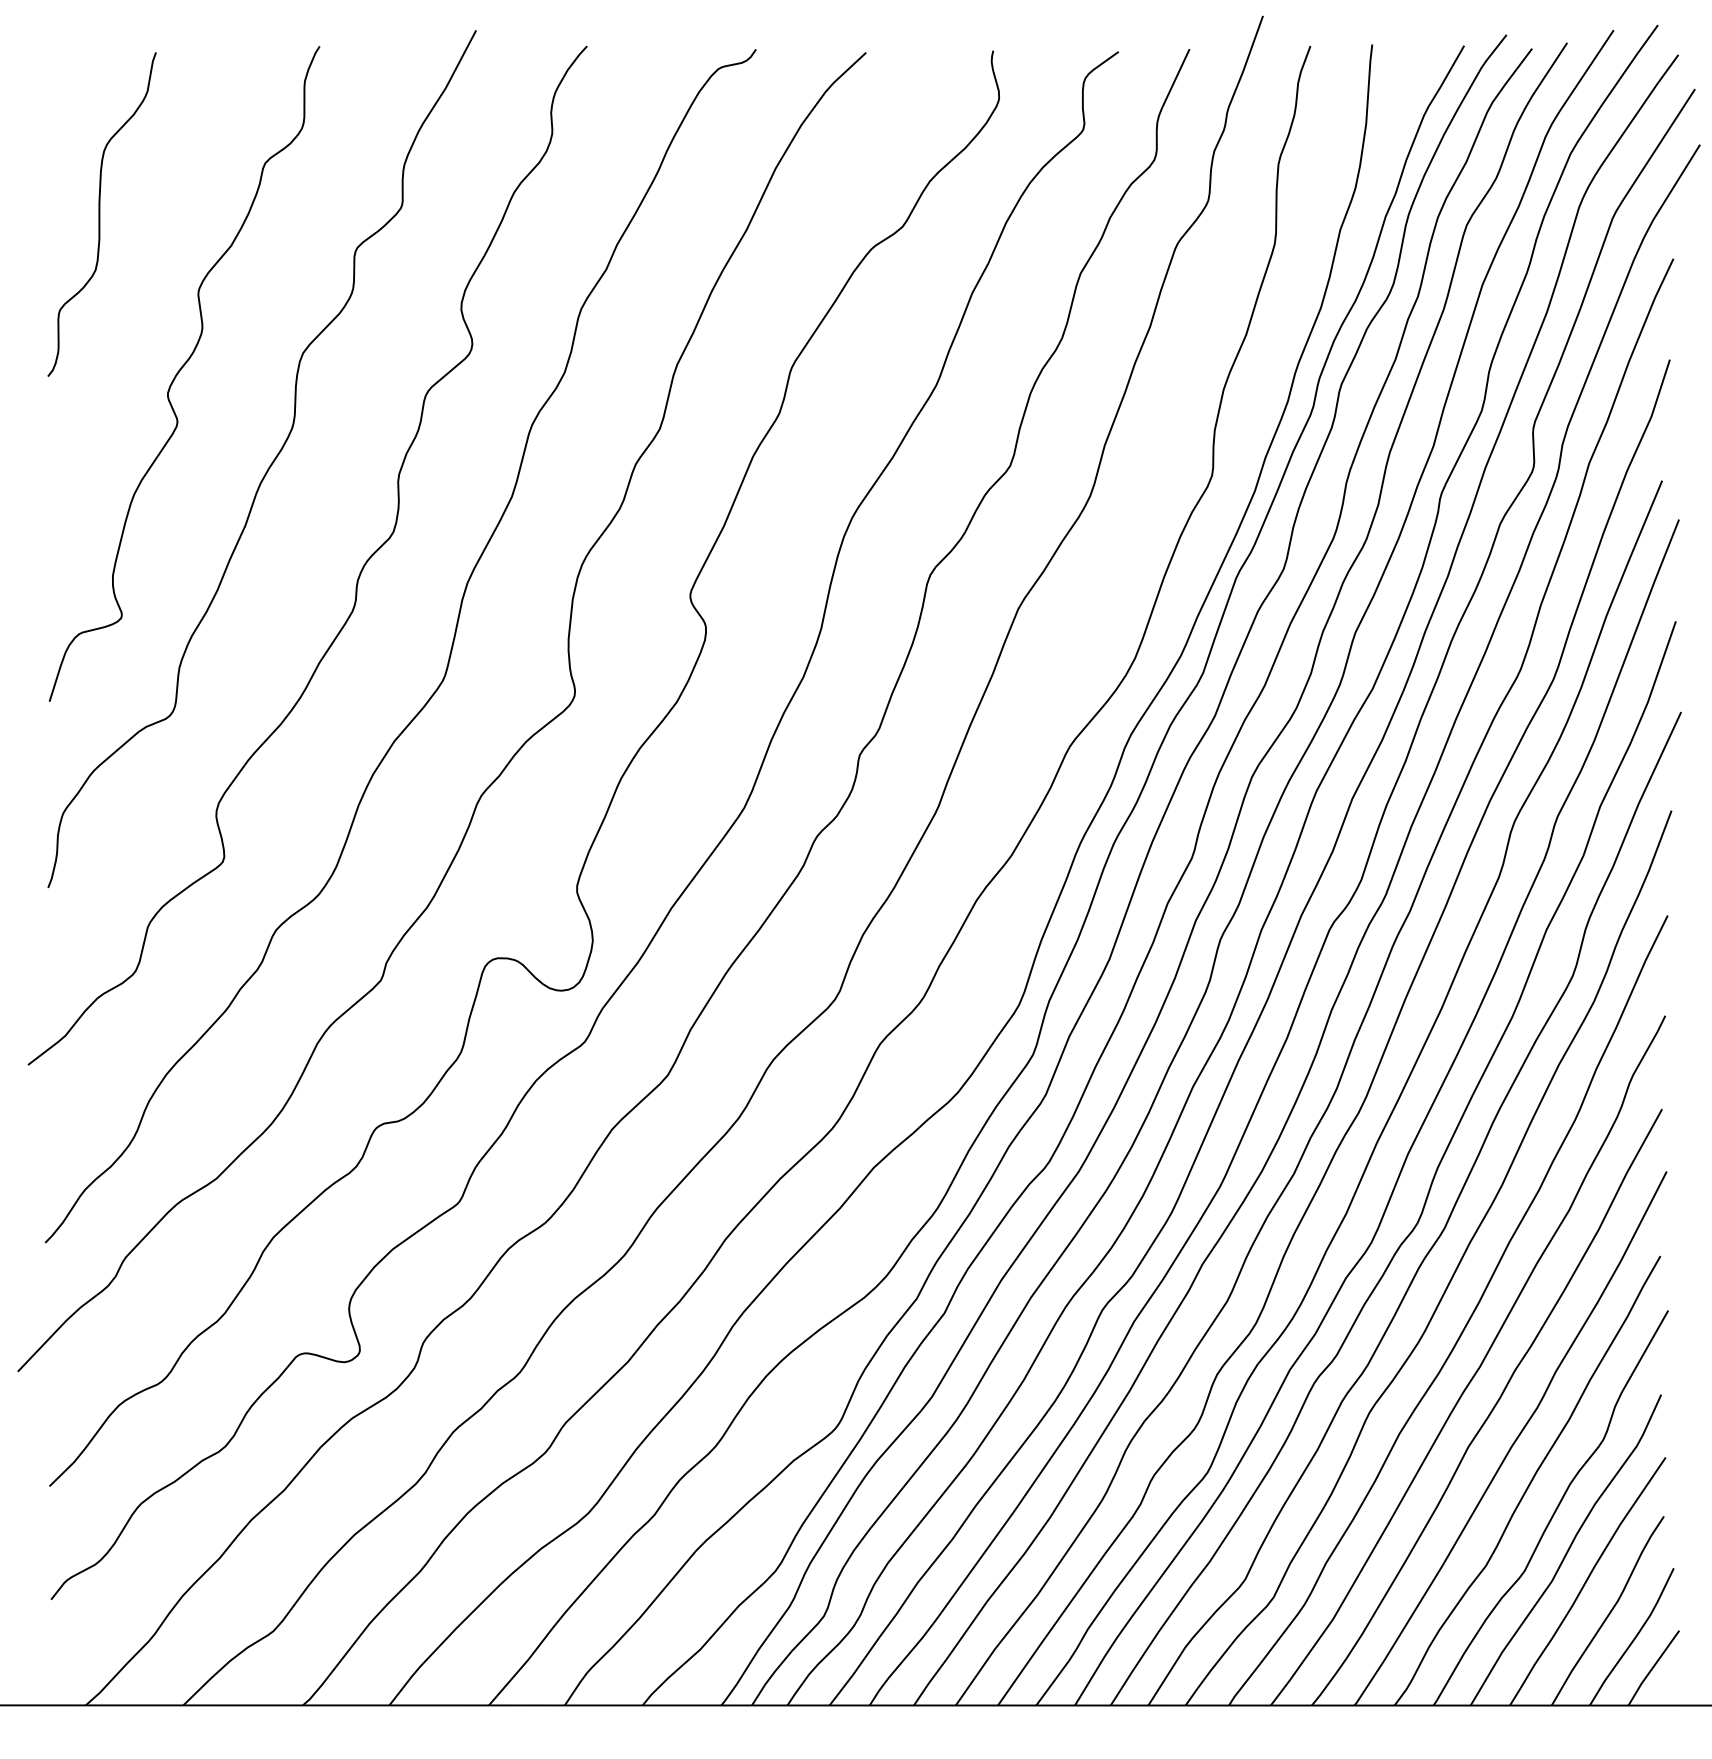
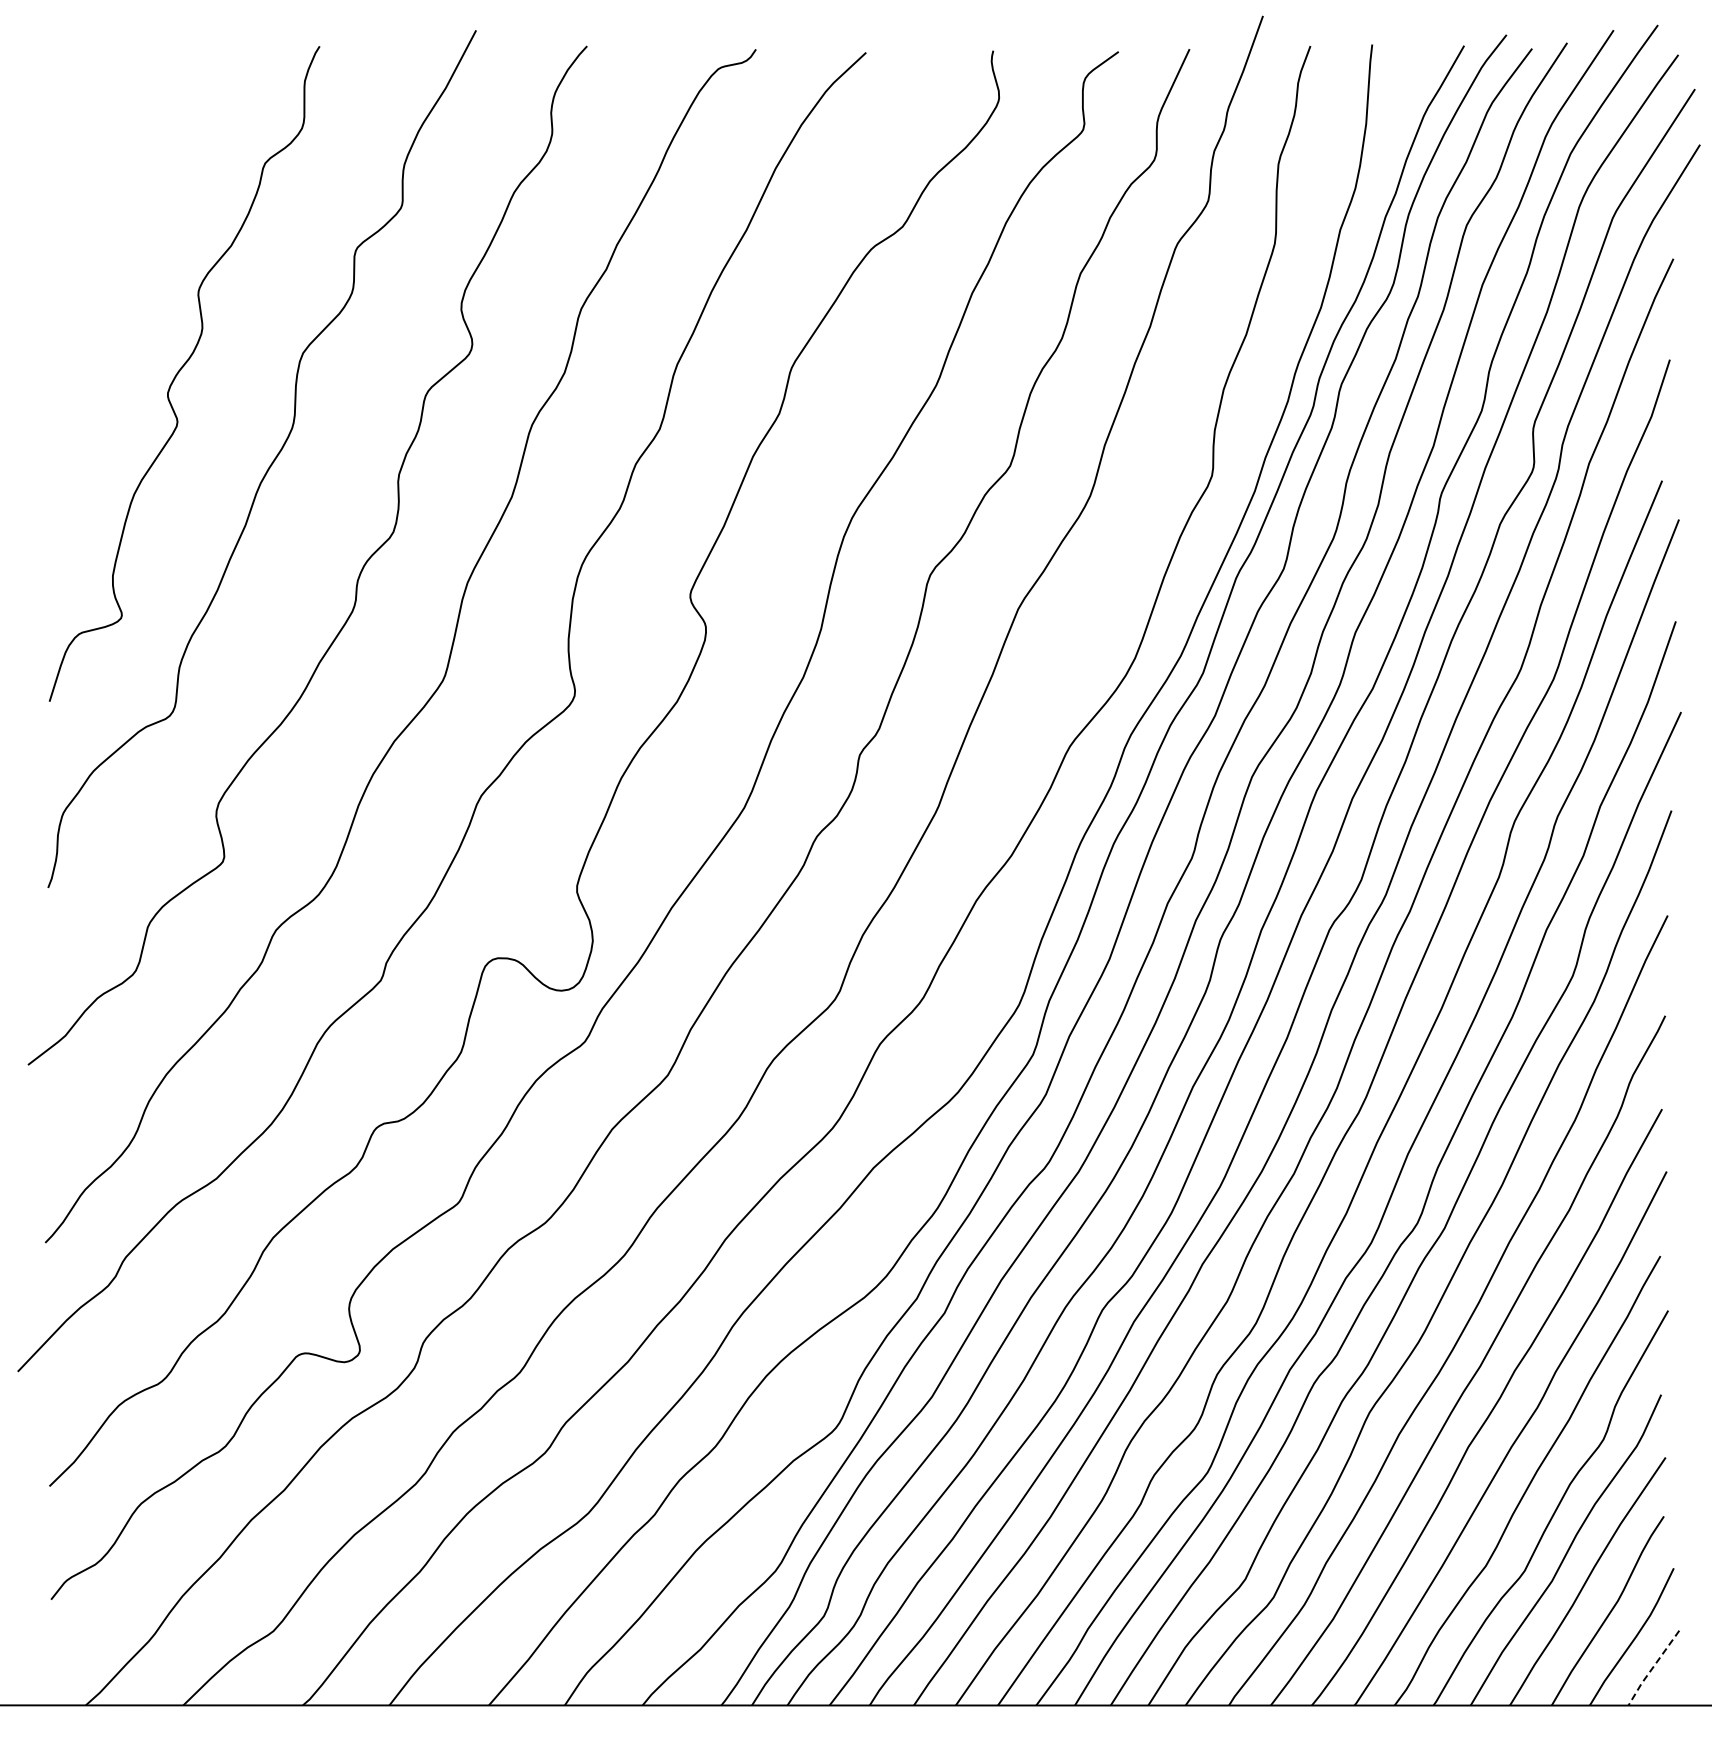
curve at (100, 214): present -> none
line at (1652, 1668): solid -> dashed
